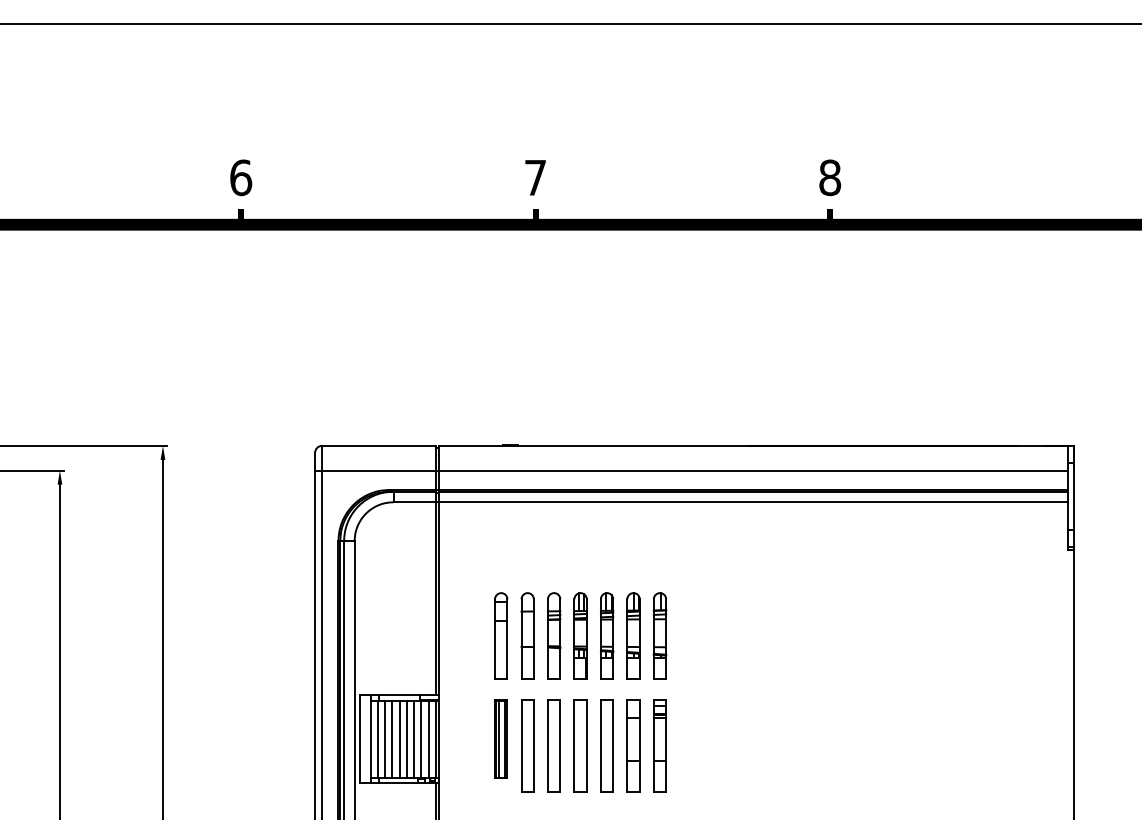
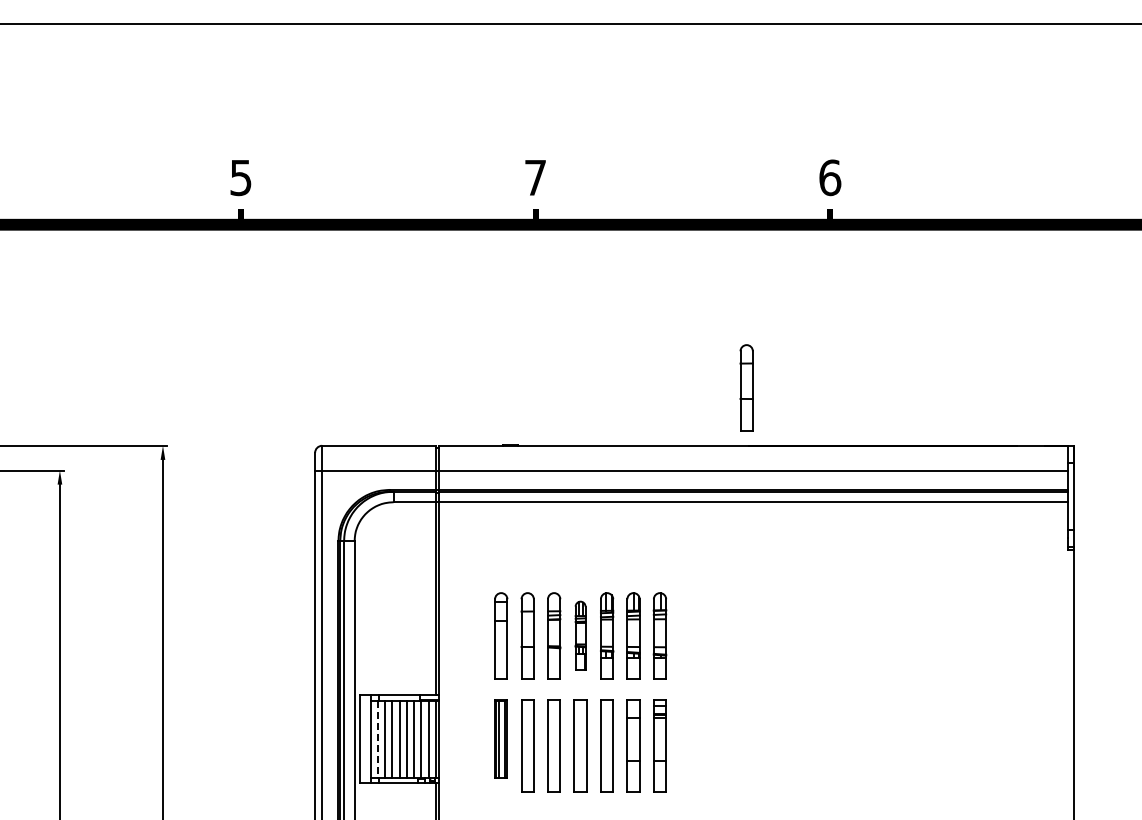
text at (241, 177): 6 -> 5
text at (830, 177): 8 -> 6
part at (746, 387): none -> present
part at (580, 635) size: 15x88 px -> 13x71 px
line at (377, 739): solid -> dashed
